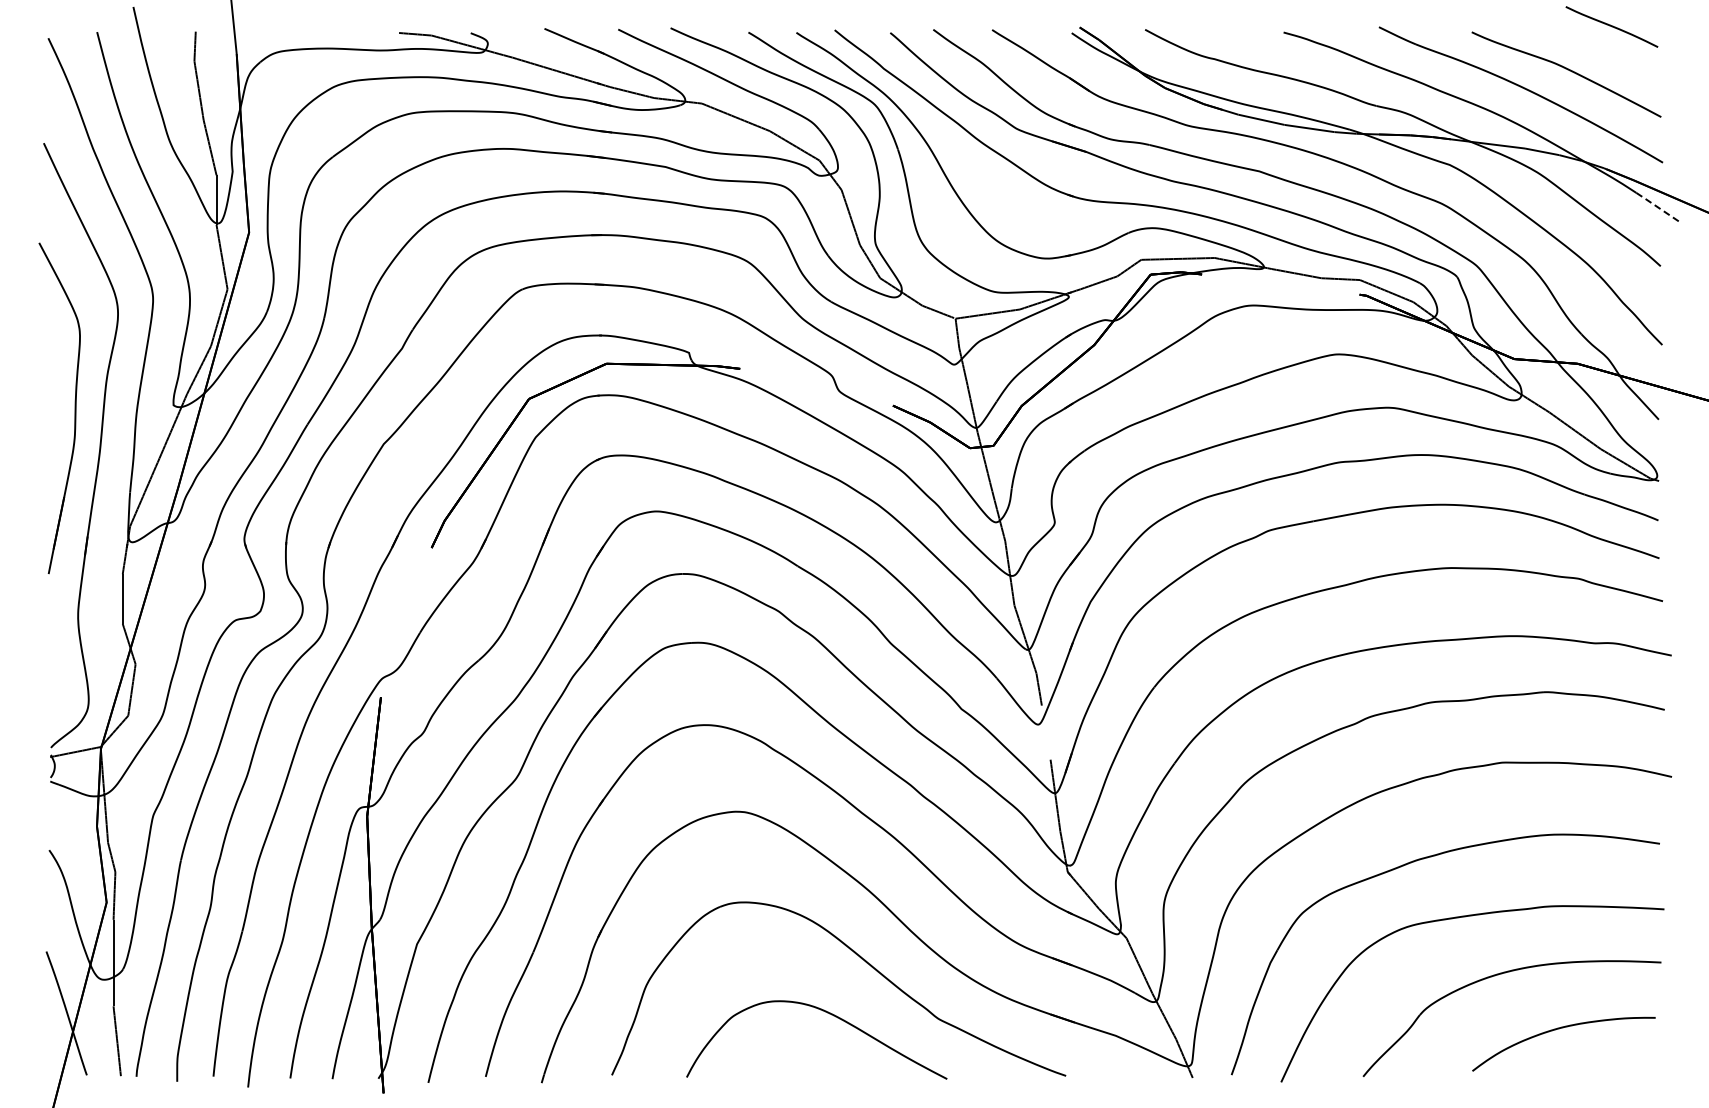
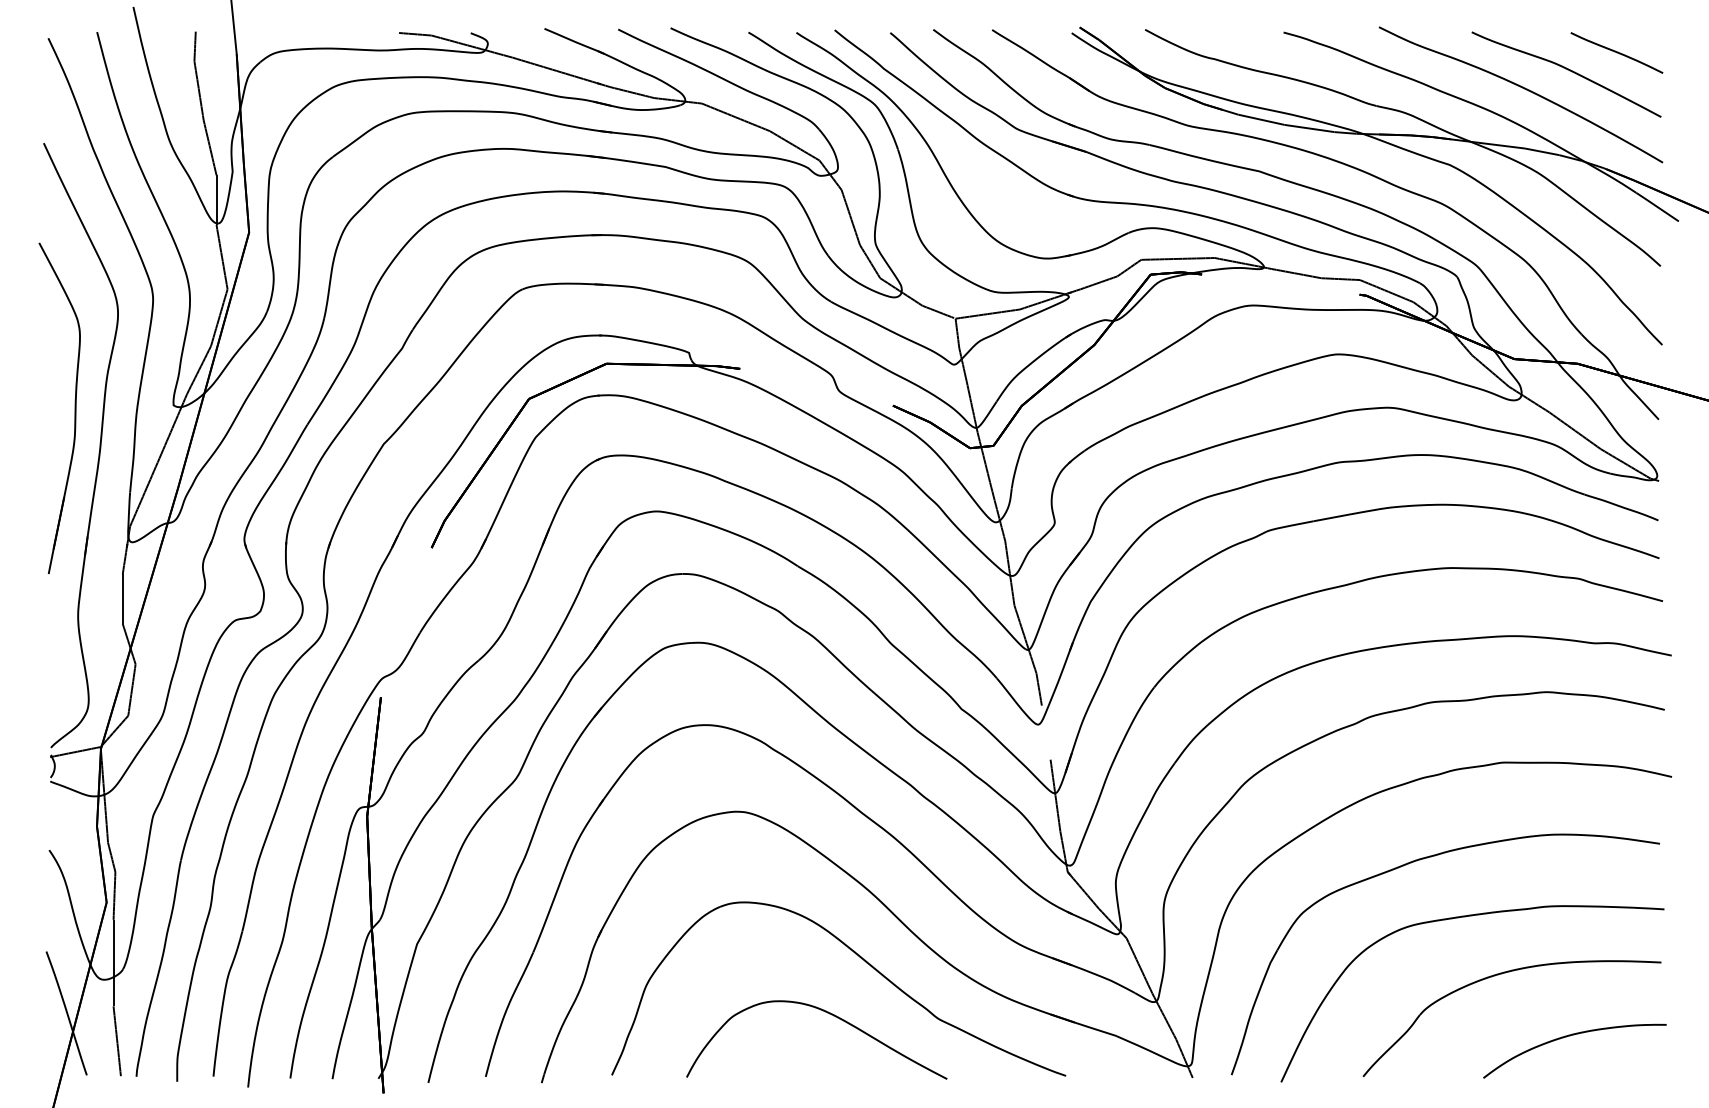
curve at (1611, 26) position: (1611, 26) -> (1616, 52)
line at (1657, 206): dashed -> solid
curve at (1559, 1029) position: (1559, 1029) -> (1570, 1036)
